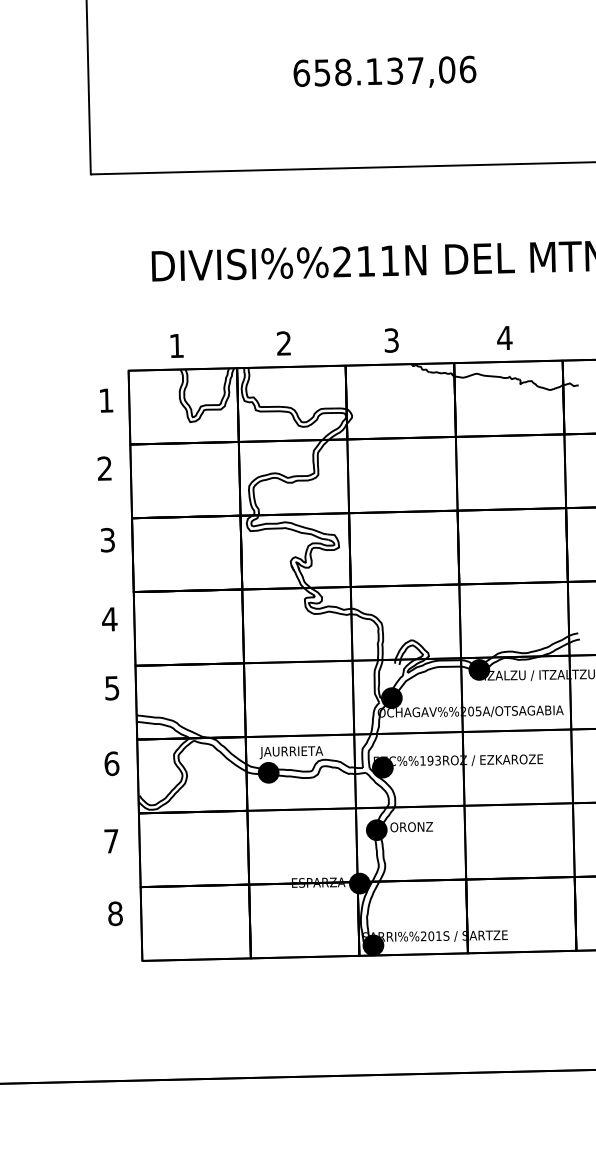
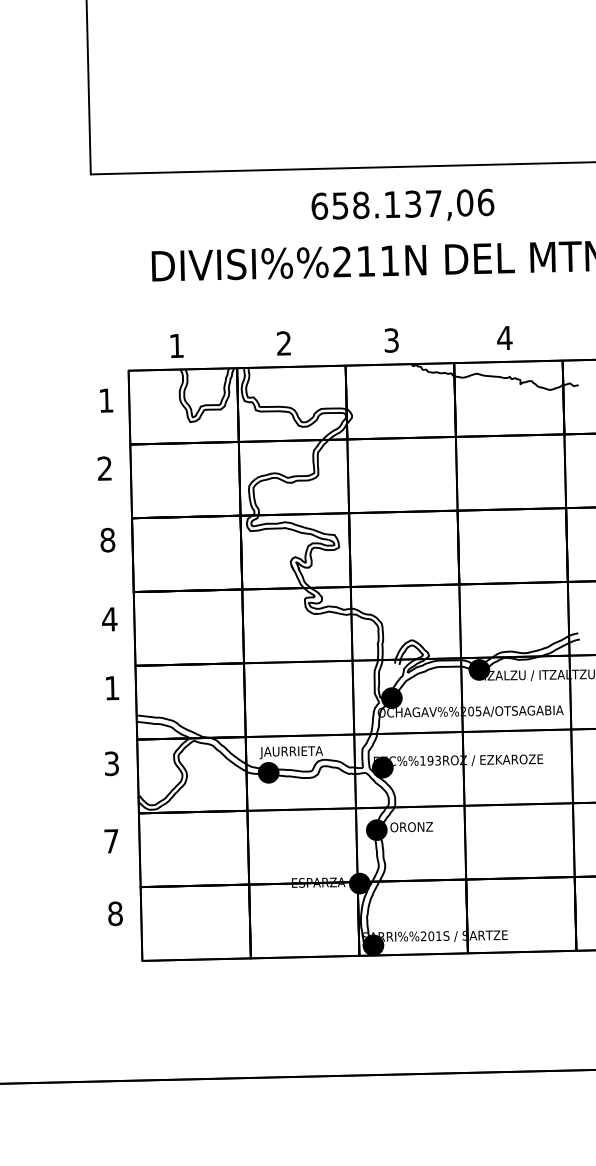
text at (384, 71) position: (384, 71) -> (402, 204)
text at (107, 540): 3 -> 8
text at (112, 688): 5 -> 1
text at (111, 763): 6 -> 3
